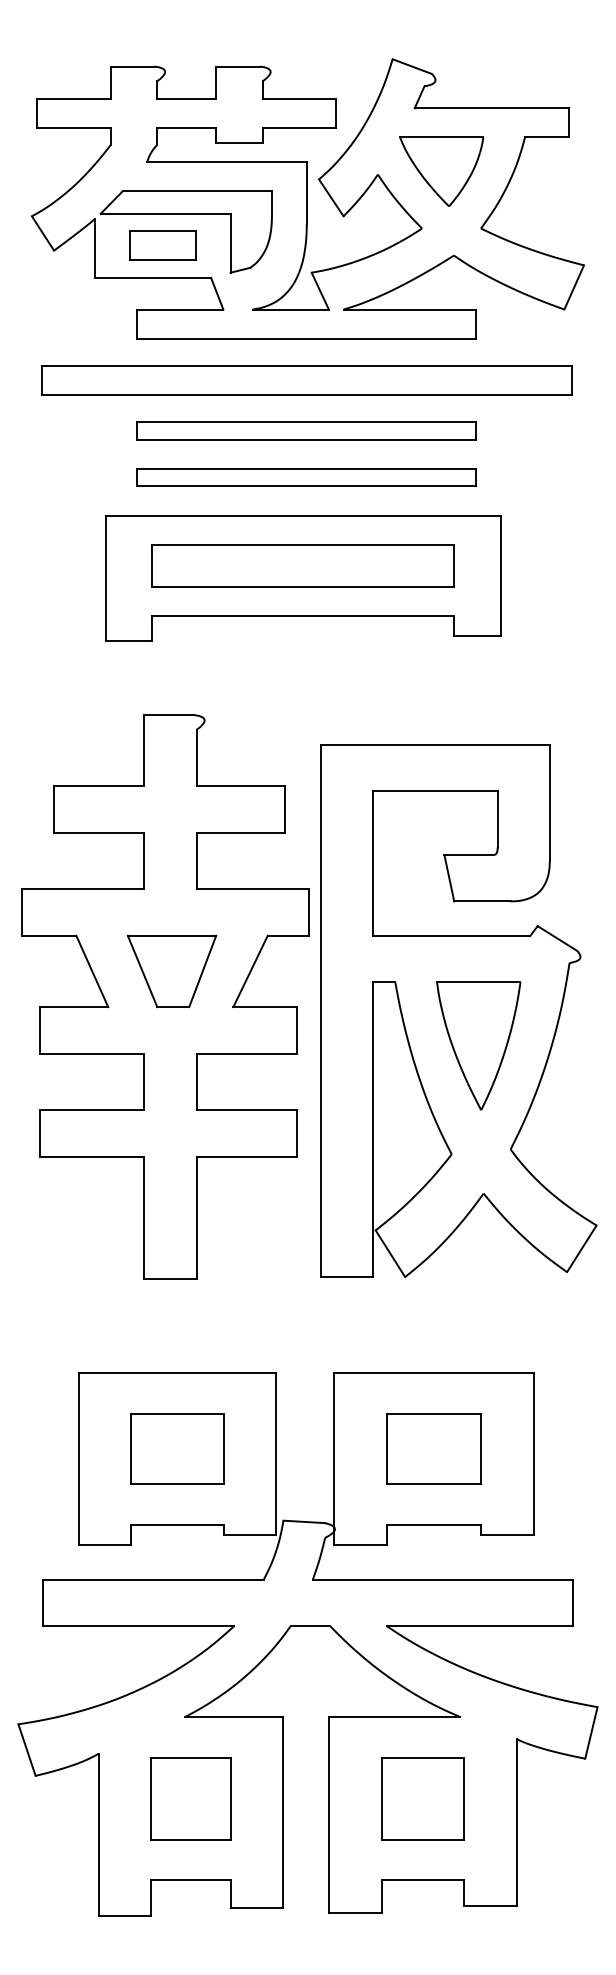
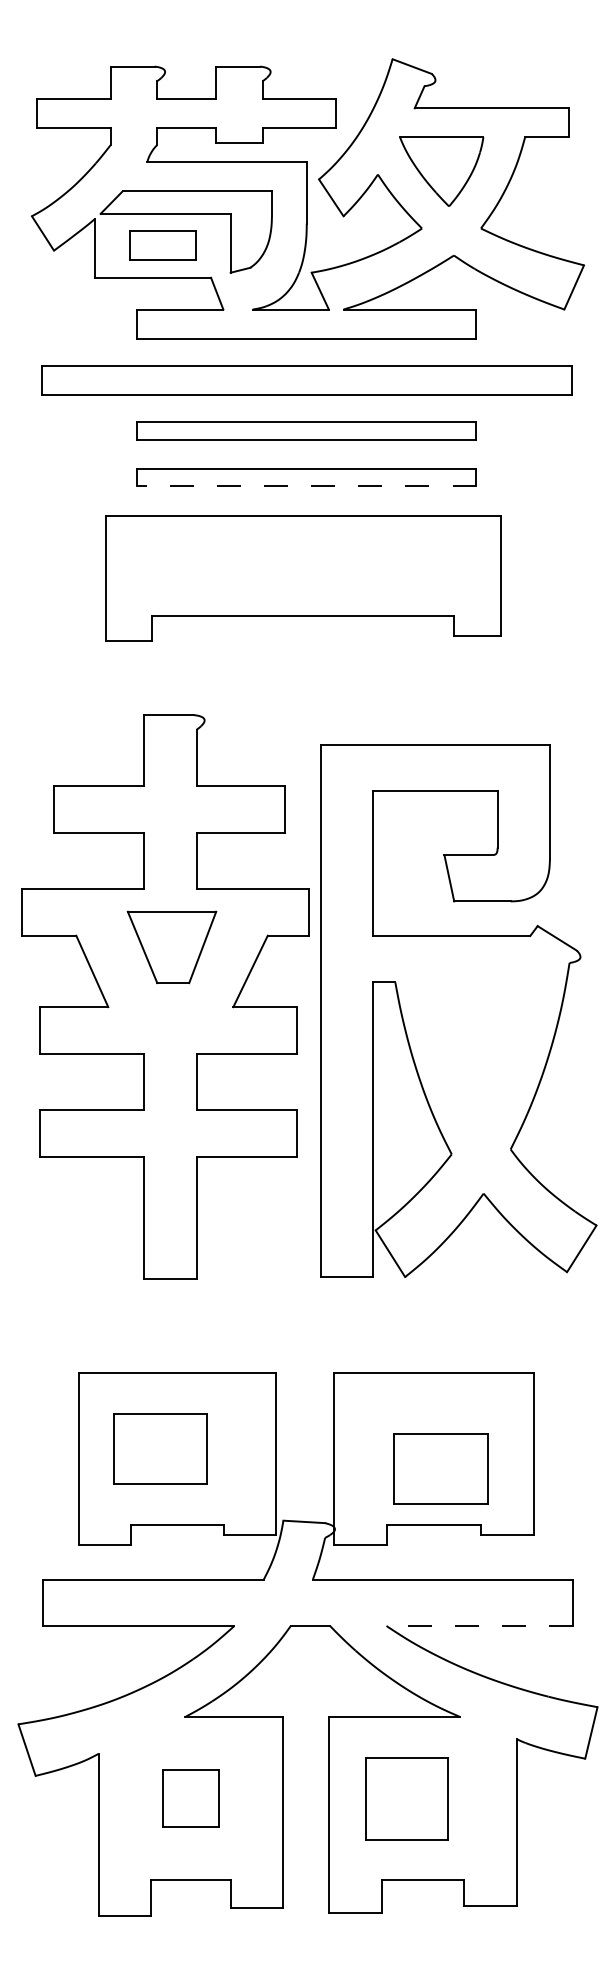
line at (306, 486): solid -> dashed
part at (302, 565): present -> none
part at (171, 971) position: (171, 971) -> (171, 947)
part at (478, 1045): present -> none
part at (177, 1448) position: (177, 1448) -> (160, 1448)
part at (433, 1448) position: (433, 1448) -> (440, 1468)
line at (479, 1626): solid -> dashed
part at (190, 1798) size: 82x84 px -> 58x59 px
part at (422, 1798) position: (422, 1798) -> (406, 1798)
